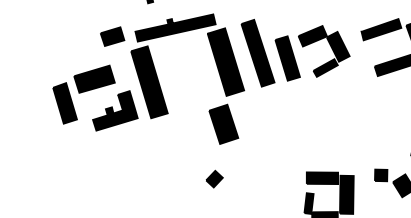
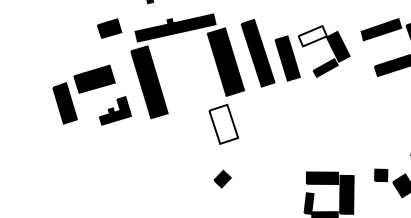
part at (112, 36) position: (112, 36) -> (109, 28)
fill at (312, 36): present -> none
part at (115, 110) size: 47x42 px -> 34x30 px
fill at (223, 123): present -> none
part at (214, 178) position: (214, 178) -> (222, 178)
